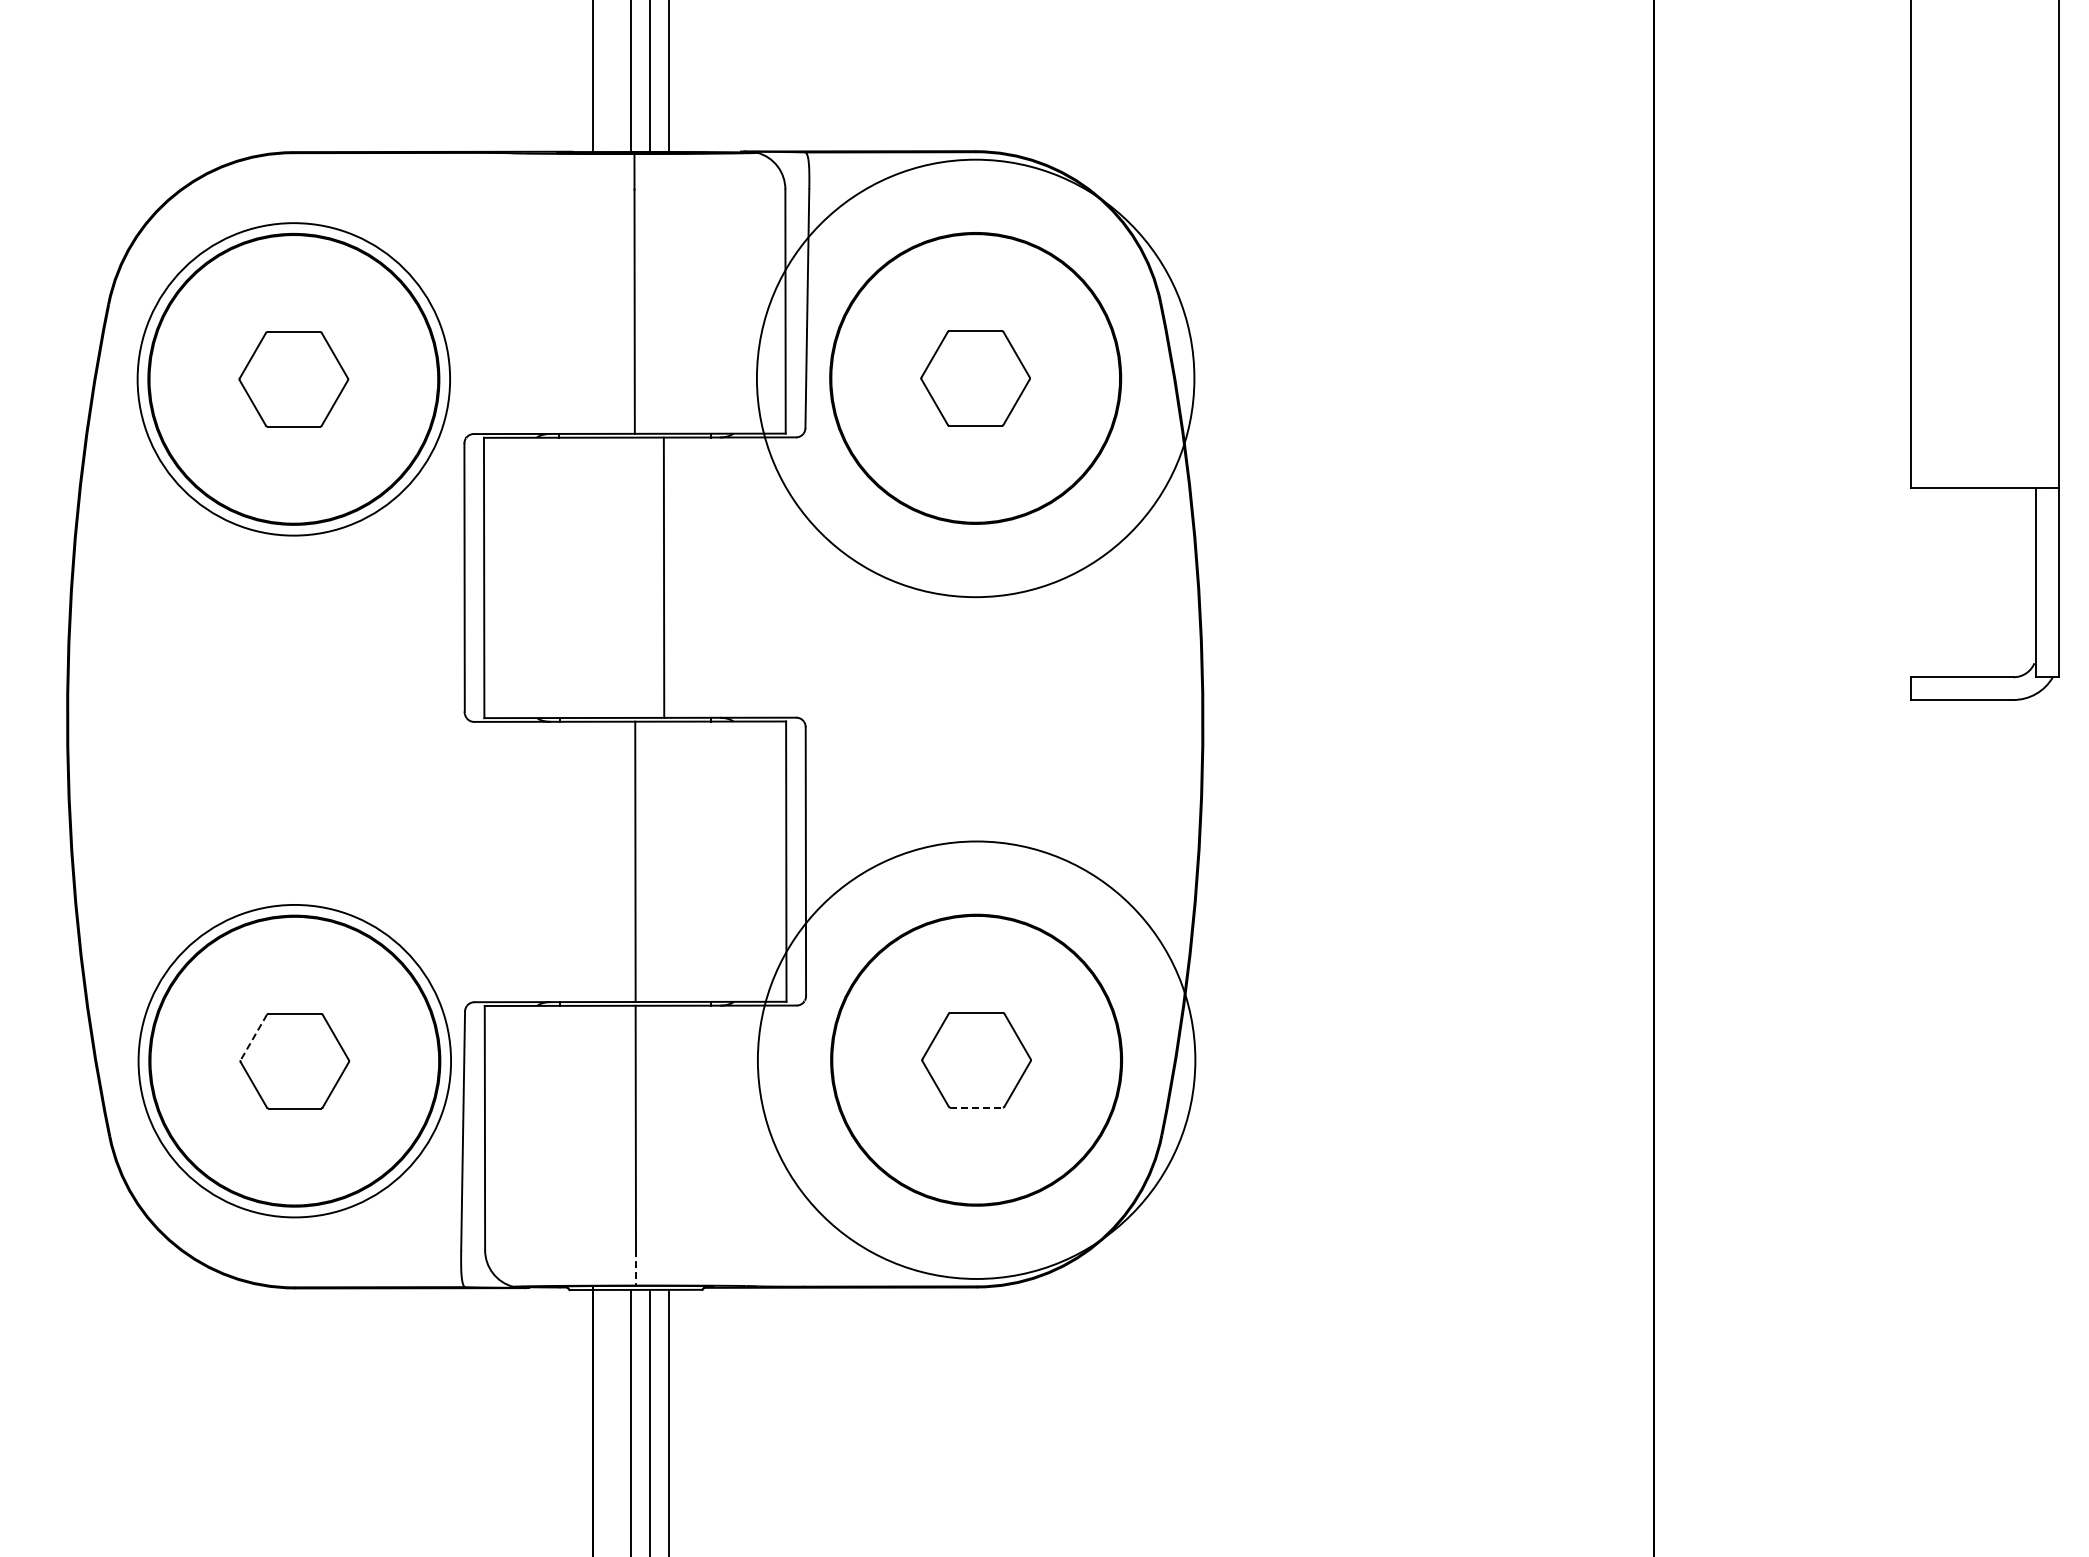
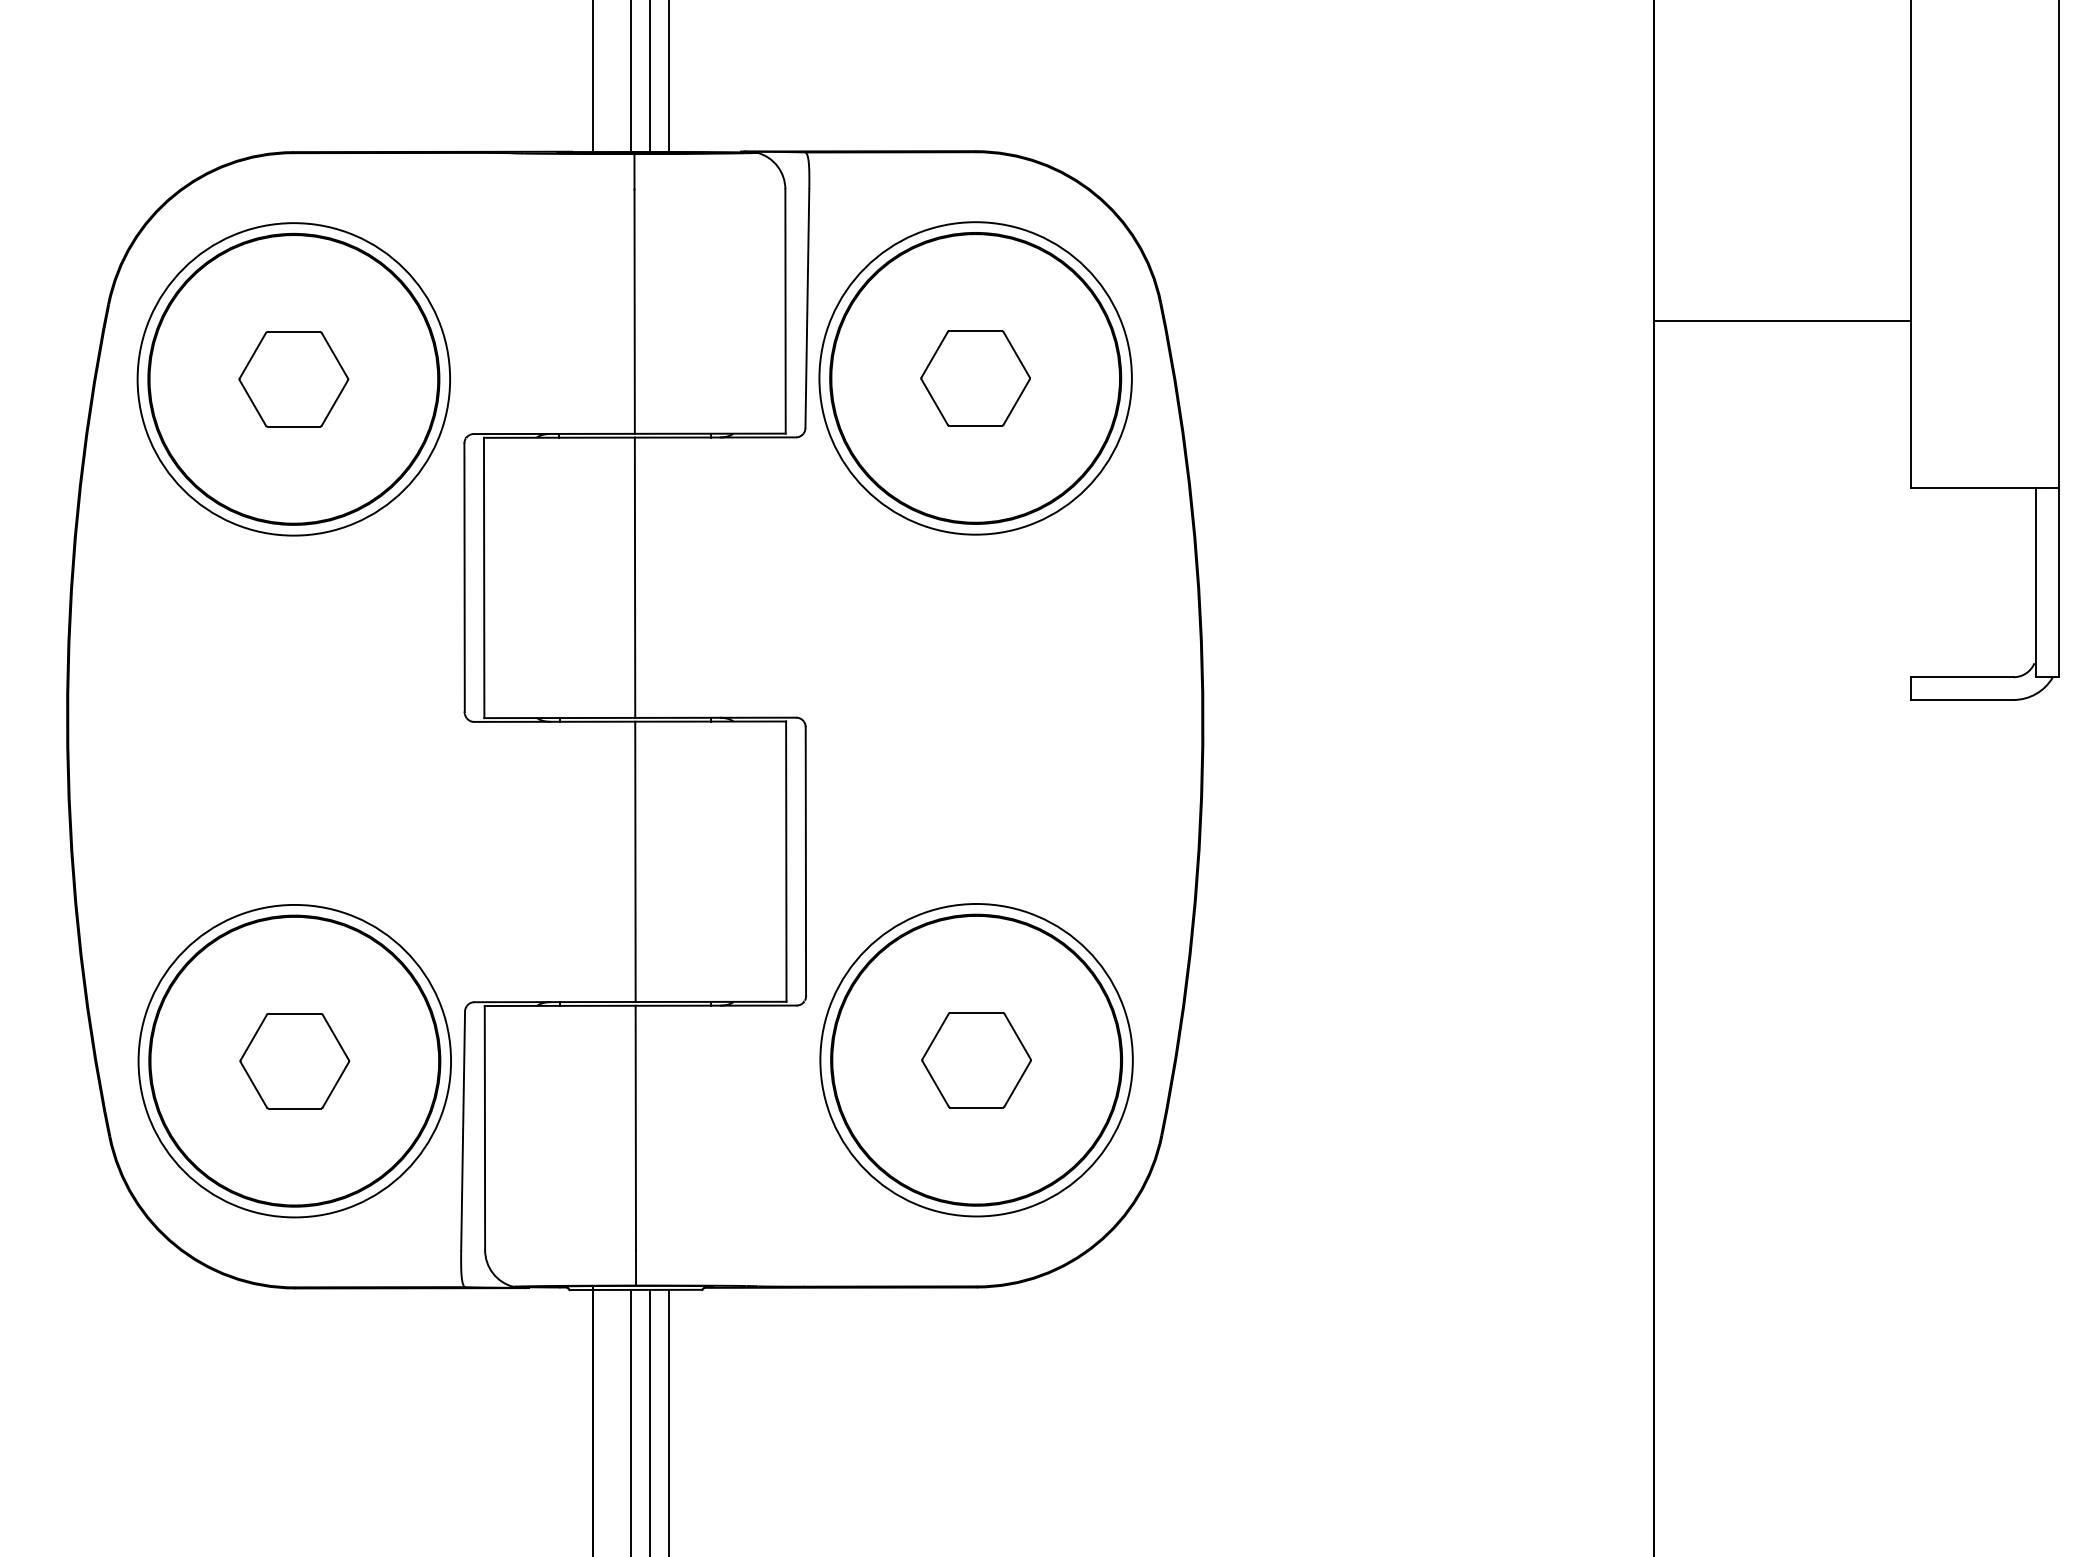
line at (1782, 321): none -> present
circle at (975, 378) diameter: 437 px -> 312 px
line at (663, 577) position: (663, 577) -> (634, 577)
line at (253, 1037): dashed -> solid
circle at (976, 1059) diameter: 437 px -> 312 px
line at (977, 1107): dashed -> solid
line at (636, 1267): dashed -> solid
